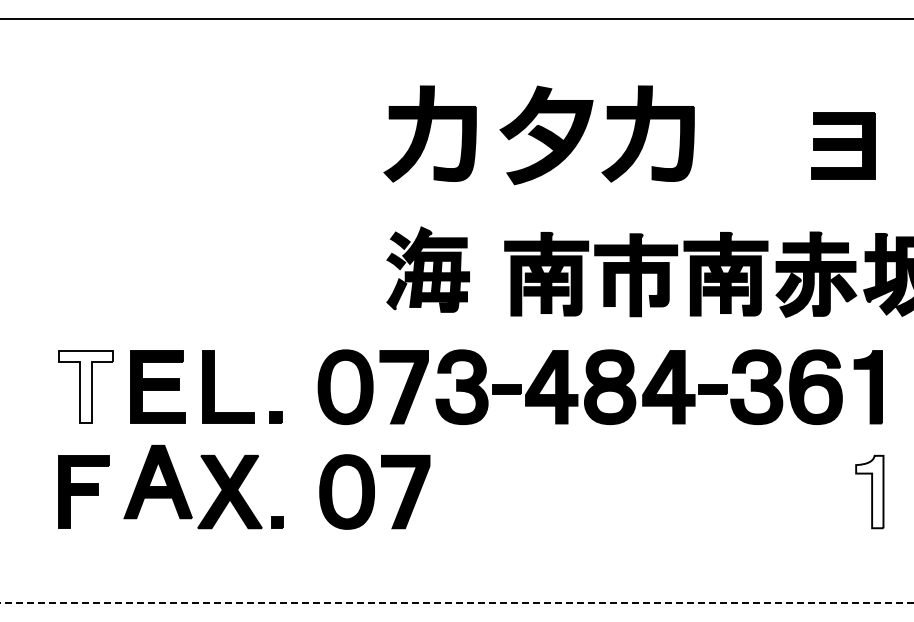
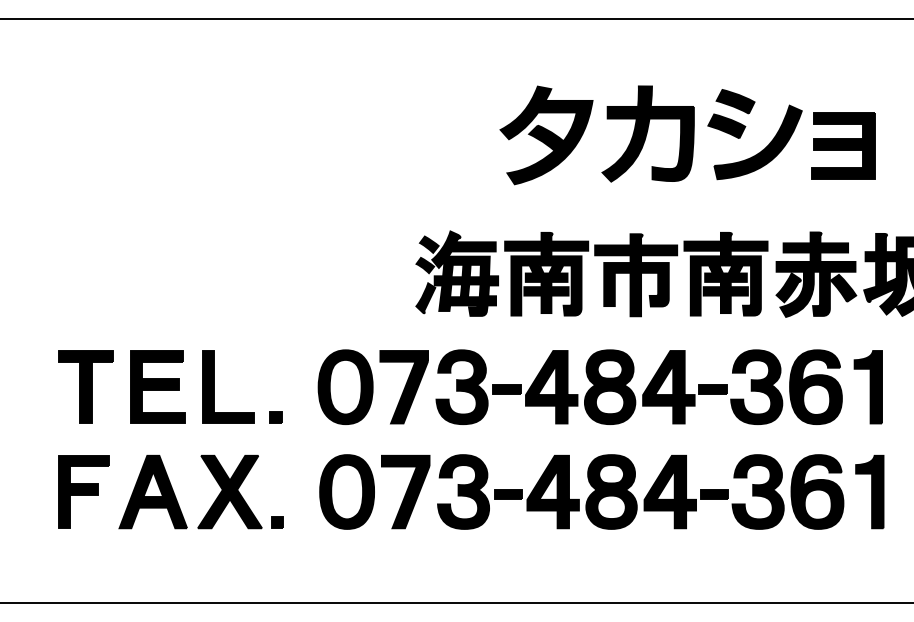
part at (744, 130): none -> present
part at (429, 133): present -> none
part at (427, 269) position: (427, 269) -> (456, 273)
fill at (85, 387): none -> present
part at (157, 481) position: (157, 481) -> (152, 491)
fill at (869, 491): none -> present
part at (646, 494): none -> present
line at (456, 603): dashed -> solid
